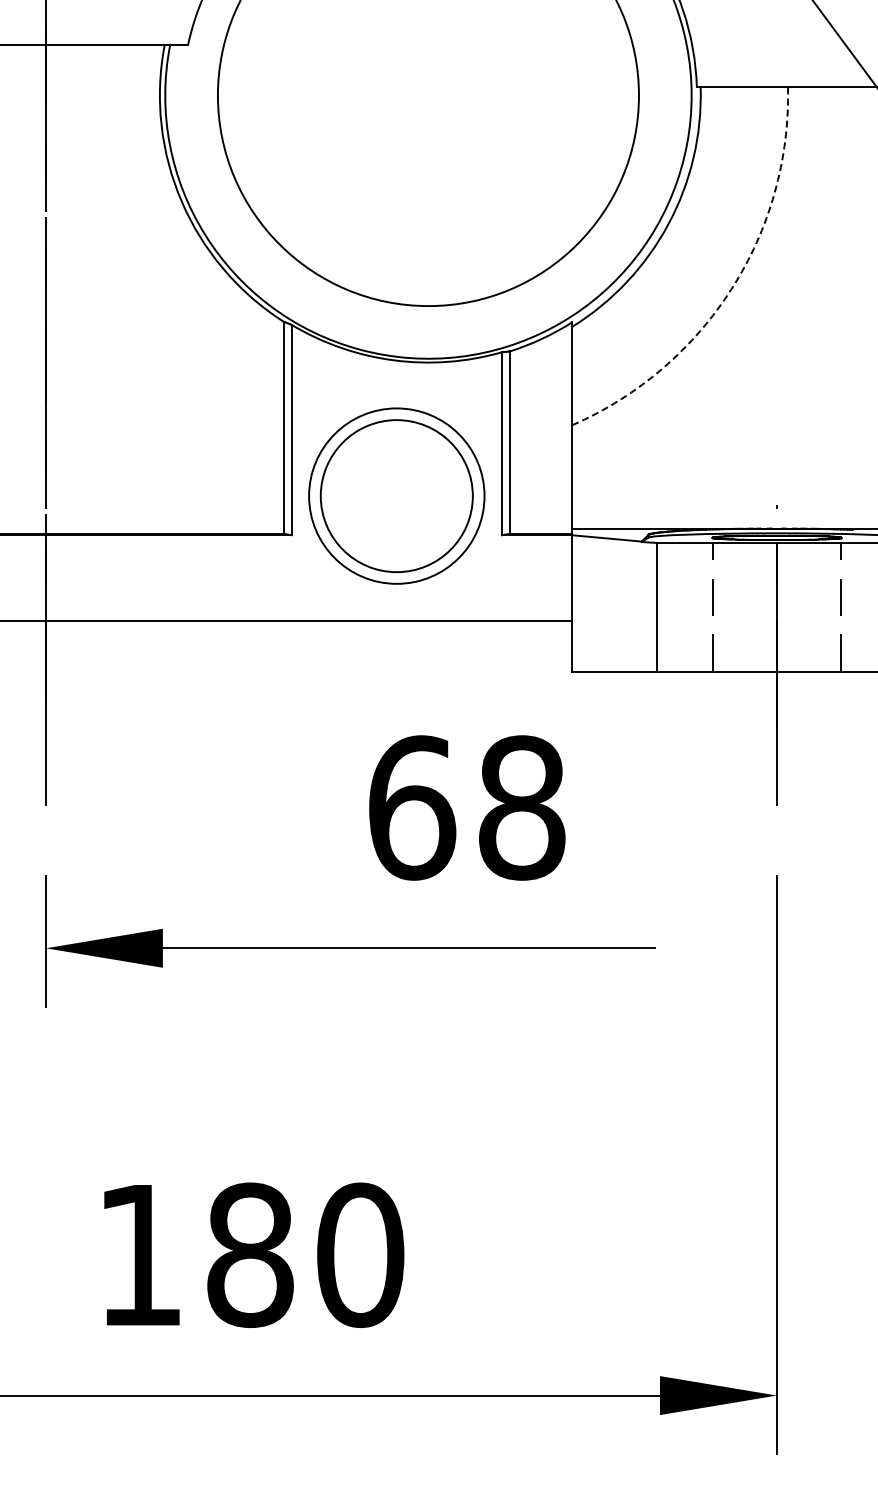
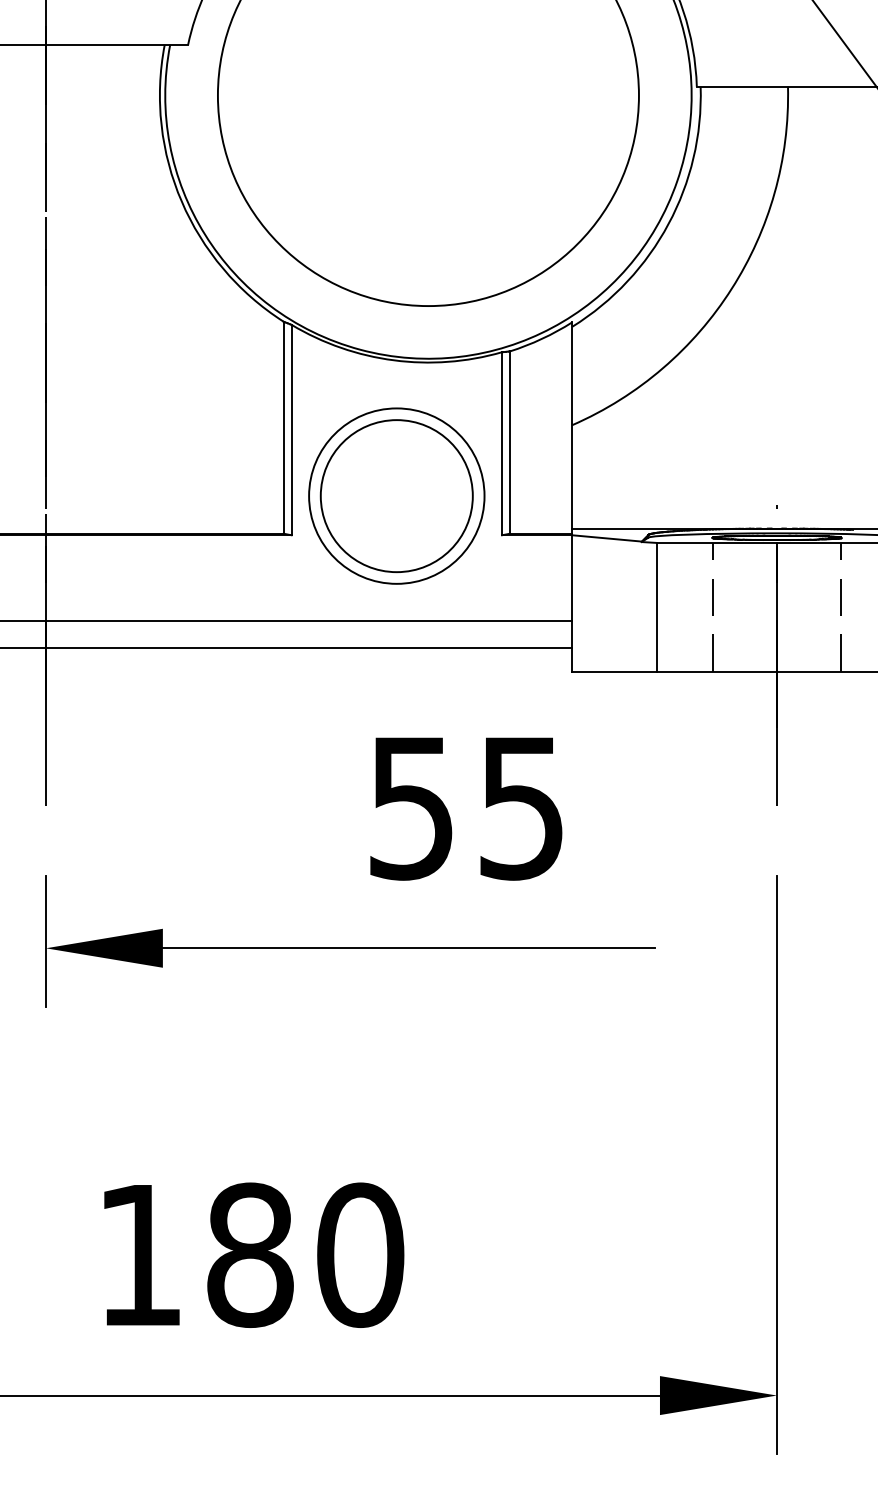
arc at (731, 288): dashed -> solid
line at (287, 648): none -> present
text at (467, 807): 68 -> 55
